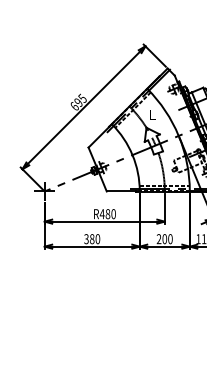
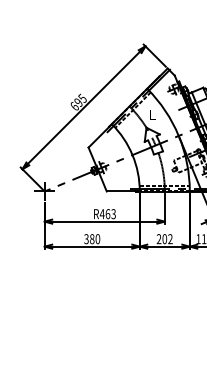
text at (110, 214): R480 -> R463
text at (170, 239): 200 -> 202
